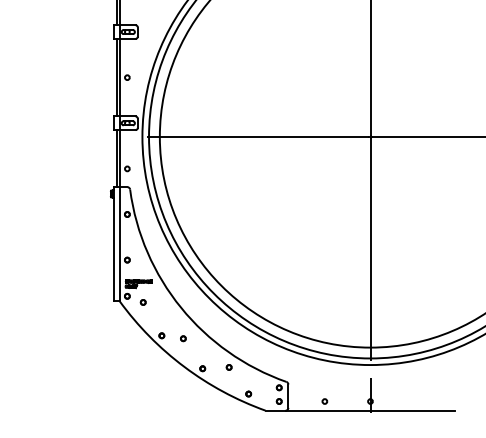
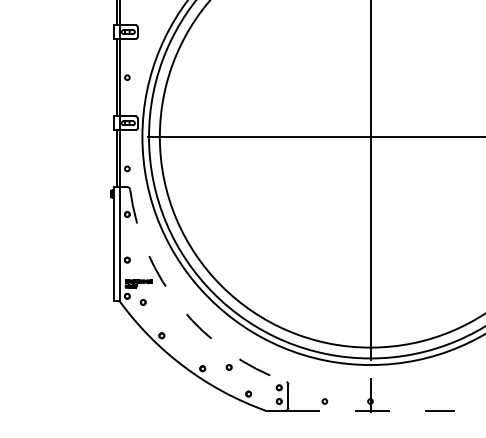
arc at (181, 307): solid -> dashed
part at (183, 338): present -> none
line at (370, 410): solid -> dashed
